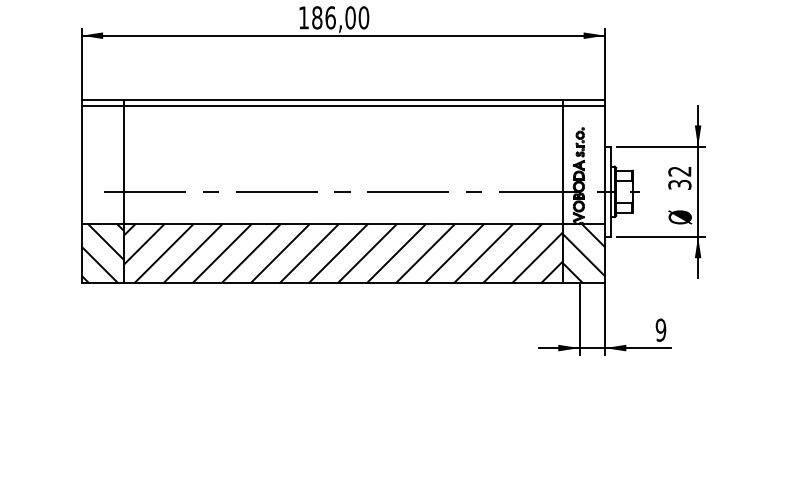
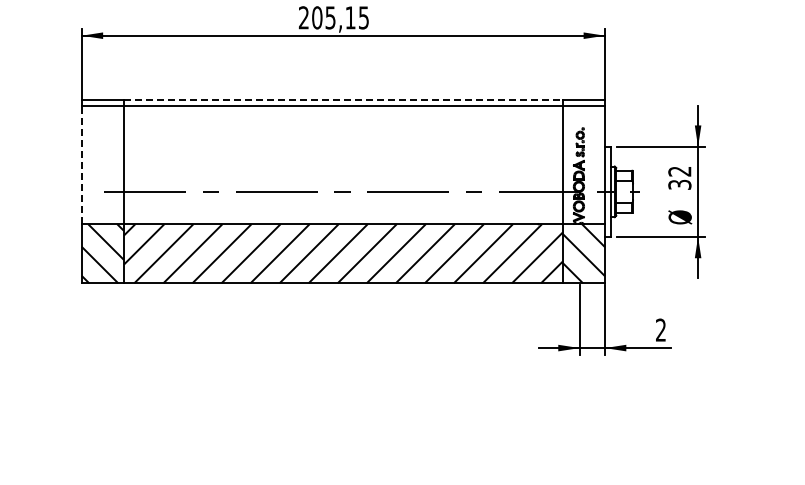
text at (333, 17): 186,00 -> 205,15
line at (343, 100): solid -> dashed
line at (81, 164): solid -> dashed
text at (660, 329): 9 -> 2
